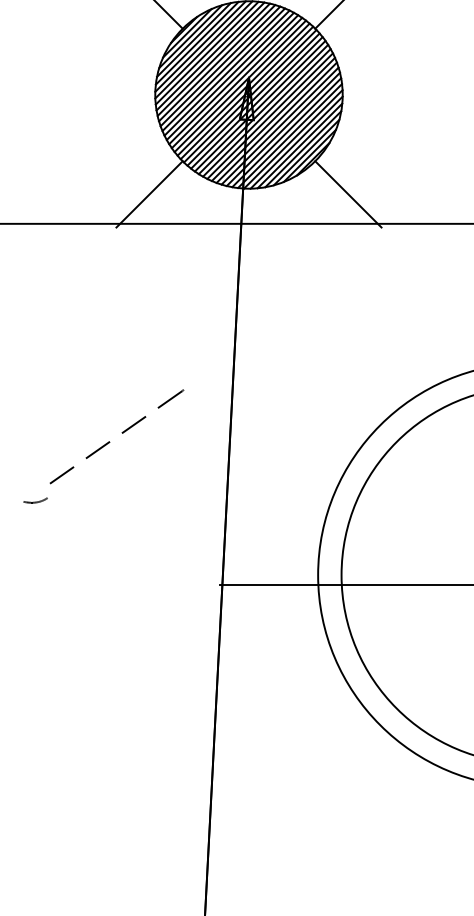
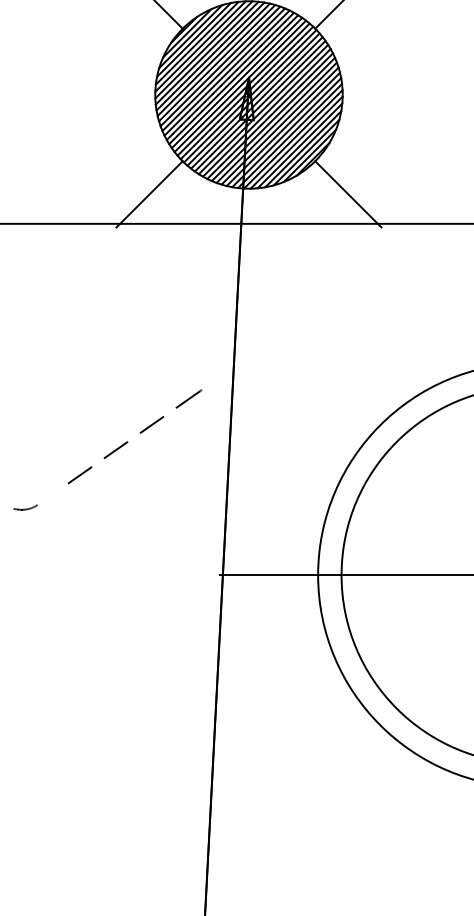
part at (121, 432) position: (121, 432) -> (139, 432)
part at (35, 500) position: (35, 500) -> (25, 507)
line at (344, 585) position: (344, 585) -> (344, 575)
